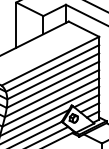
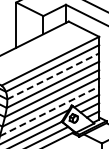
line at (53, 76): solid -> dashed
line at (50, 111): solid -> dashed
